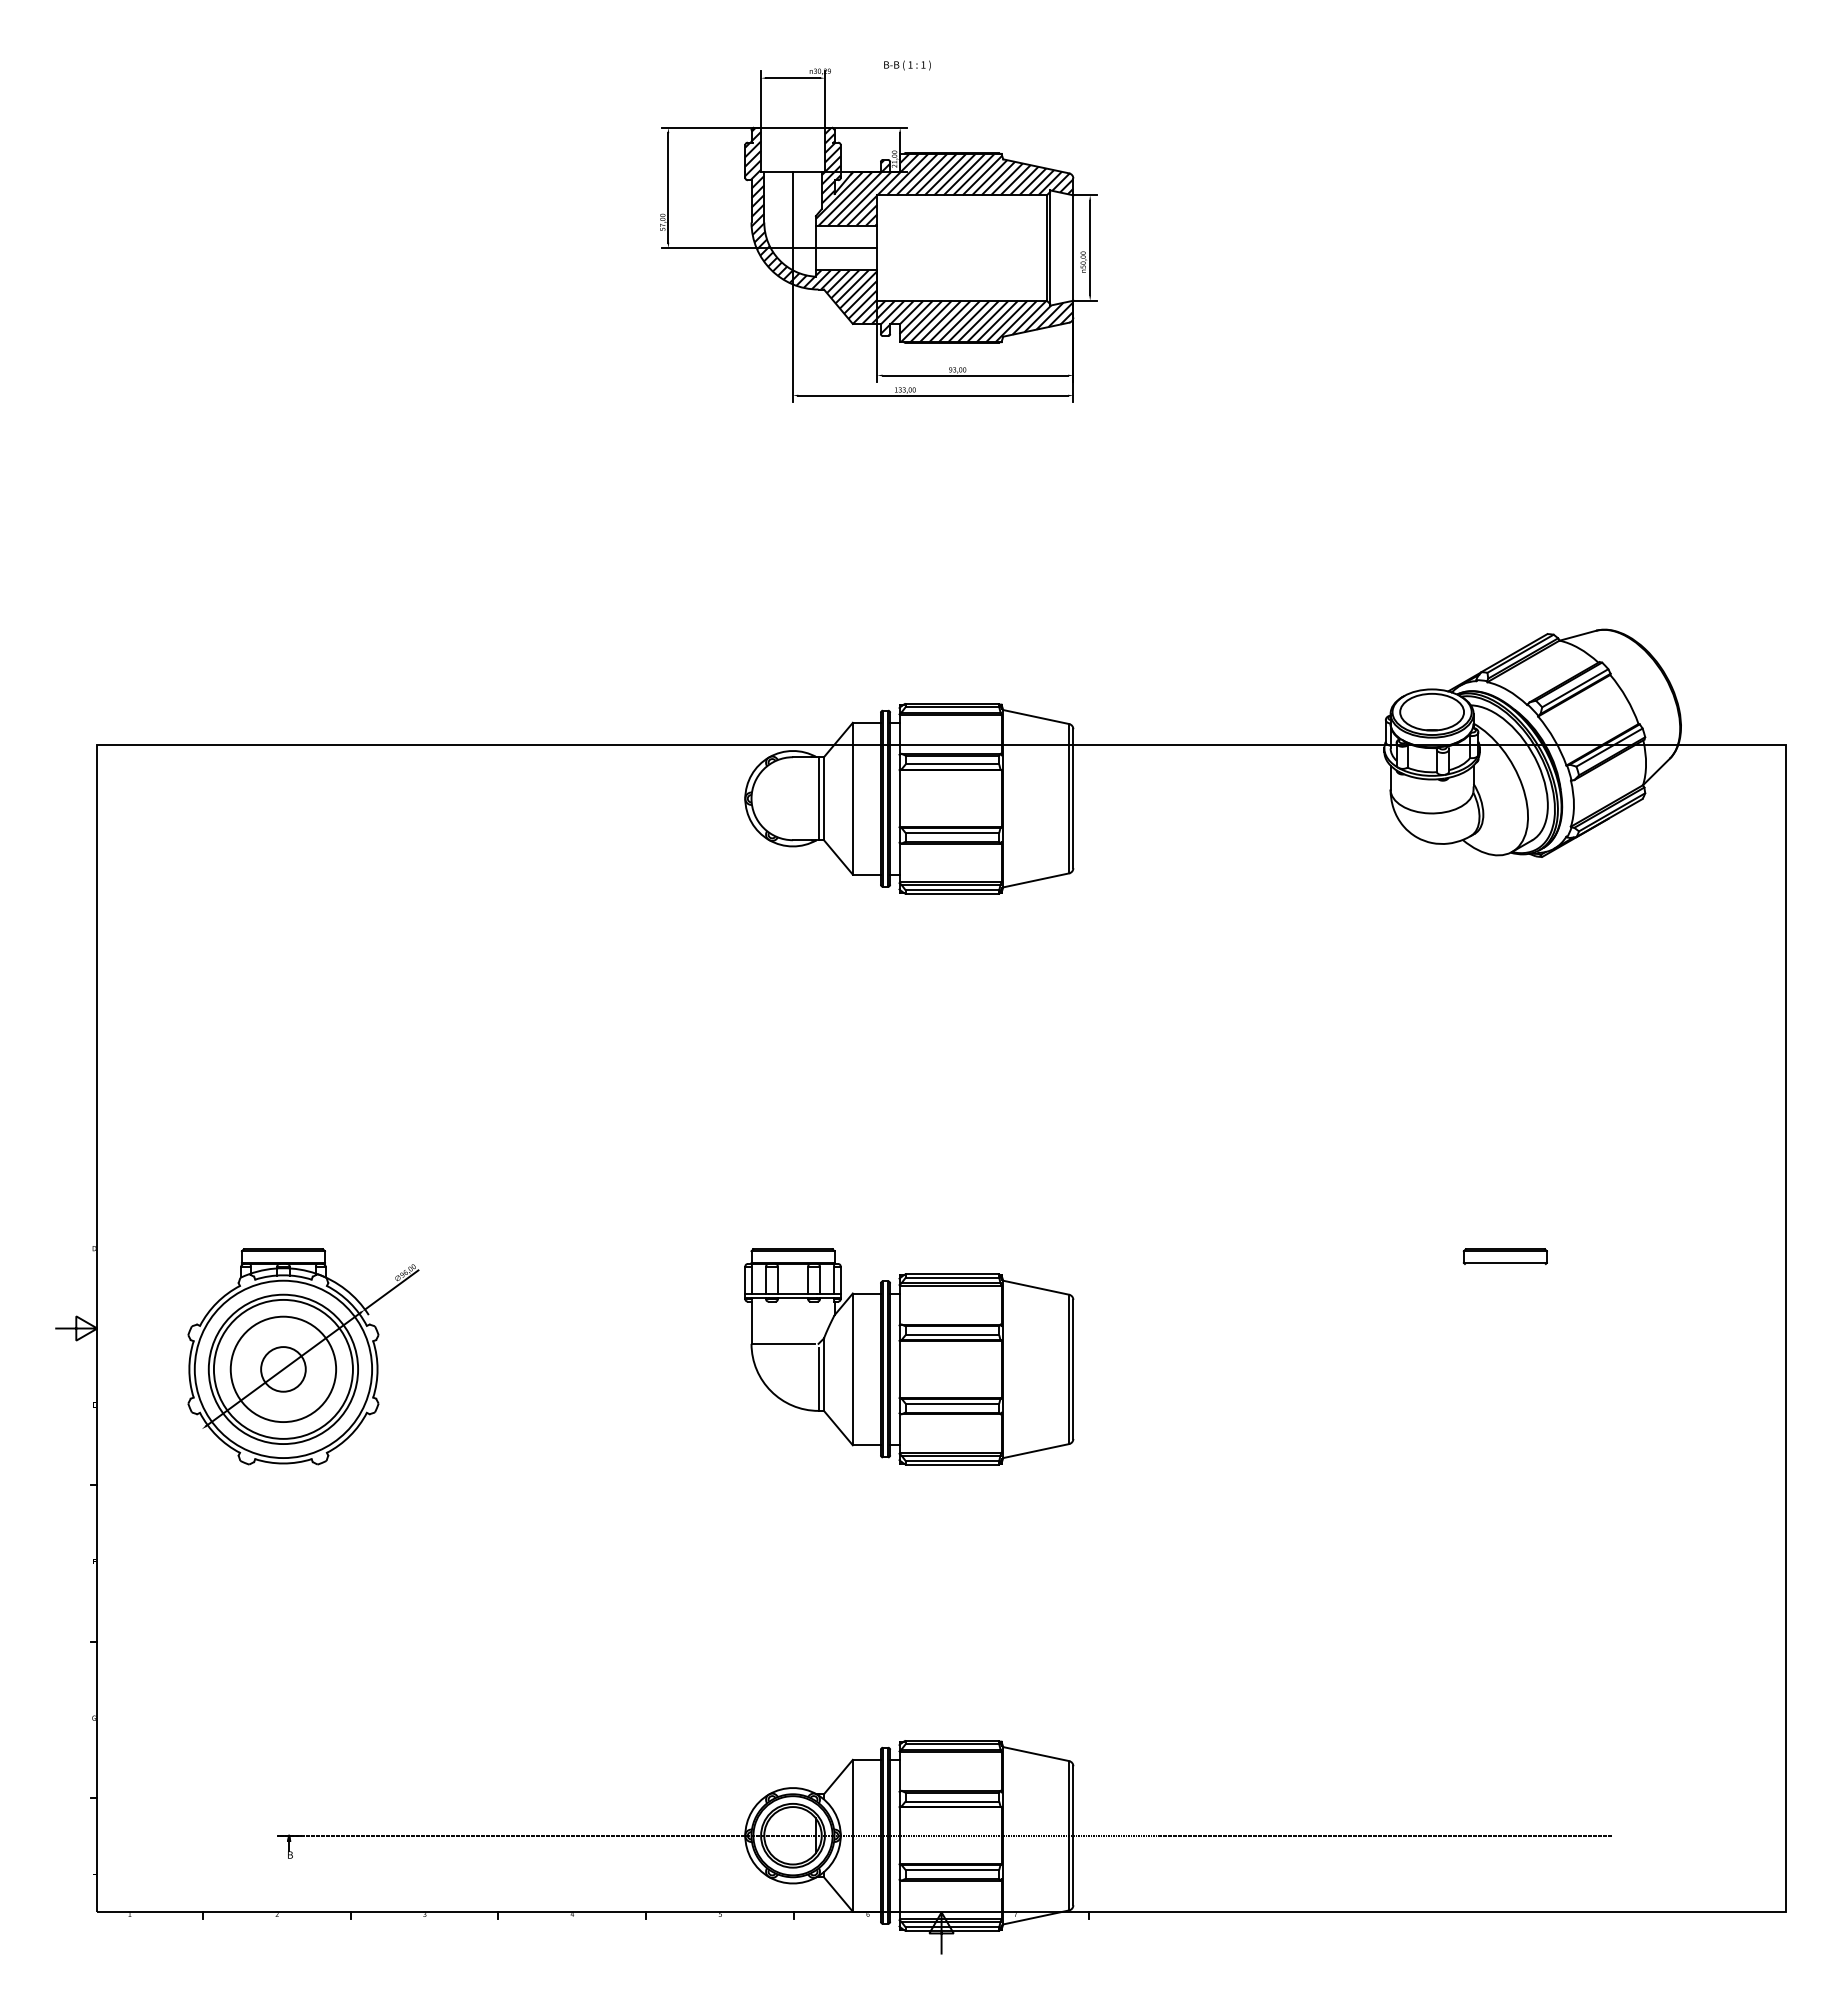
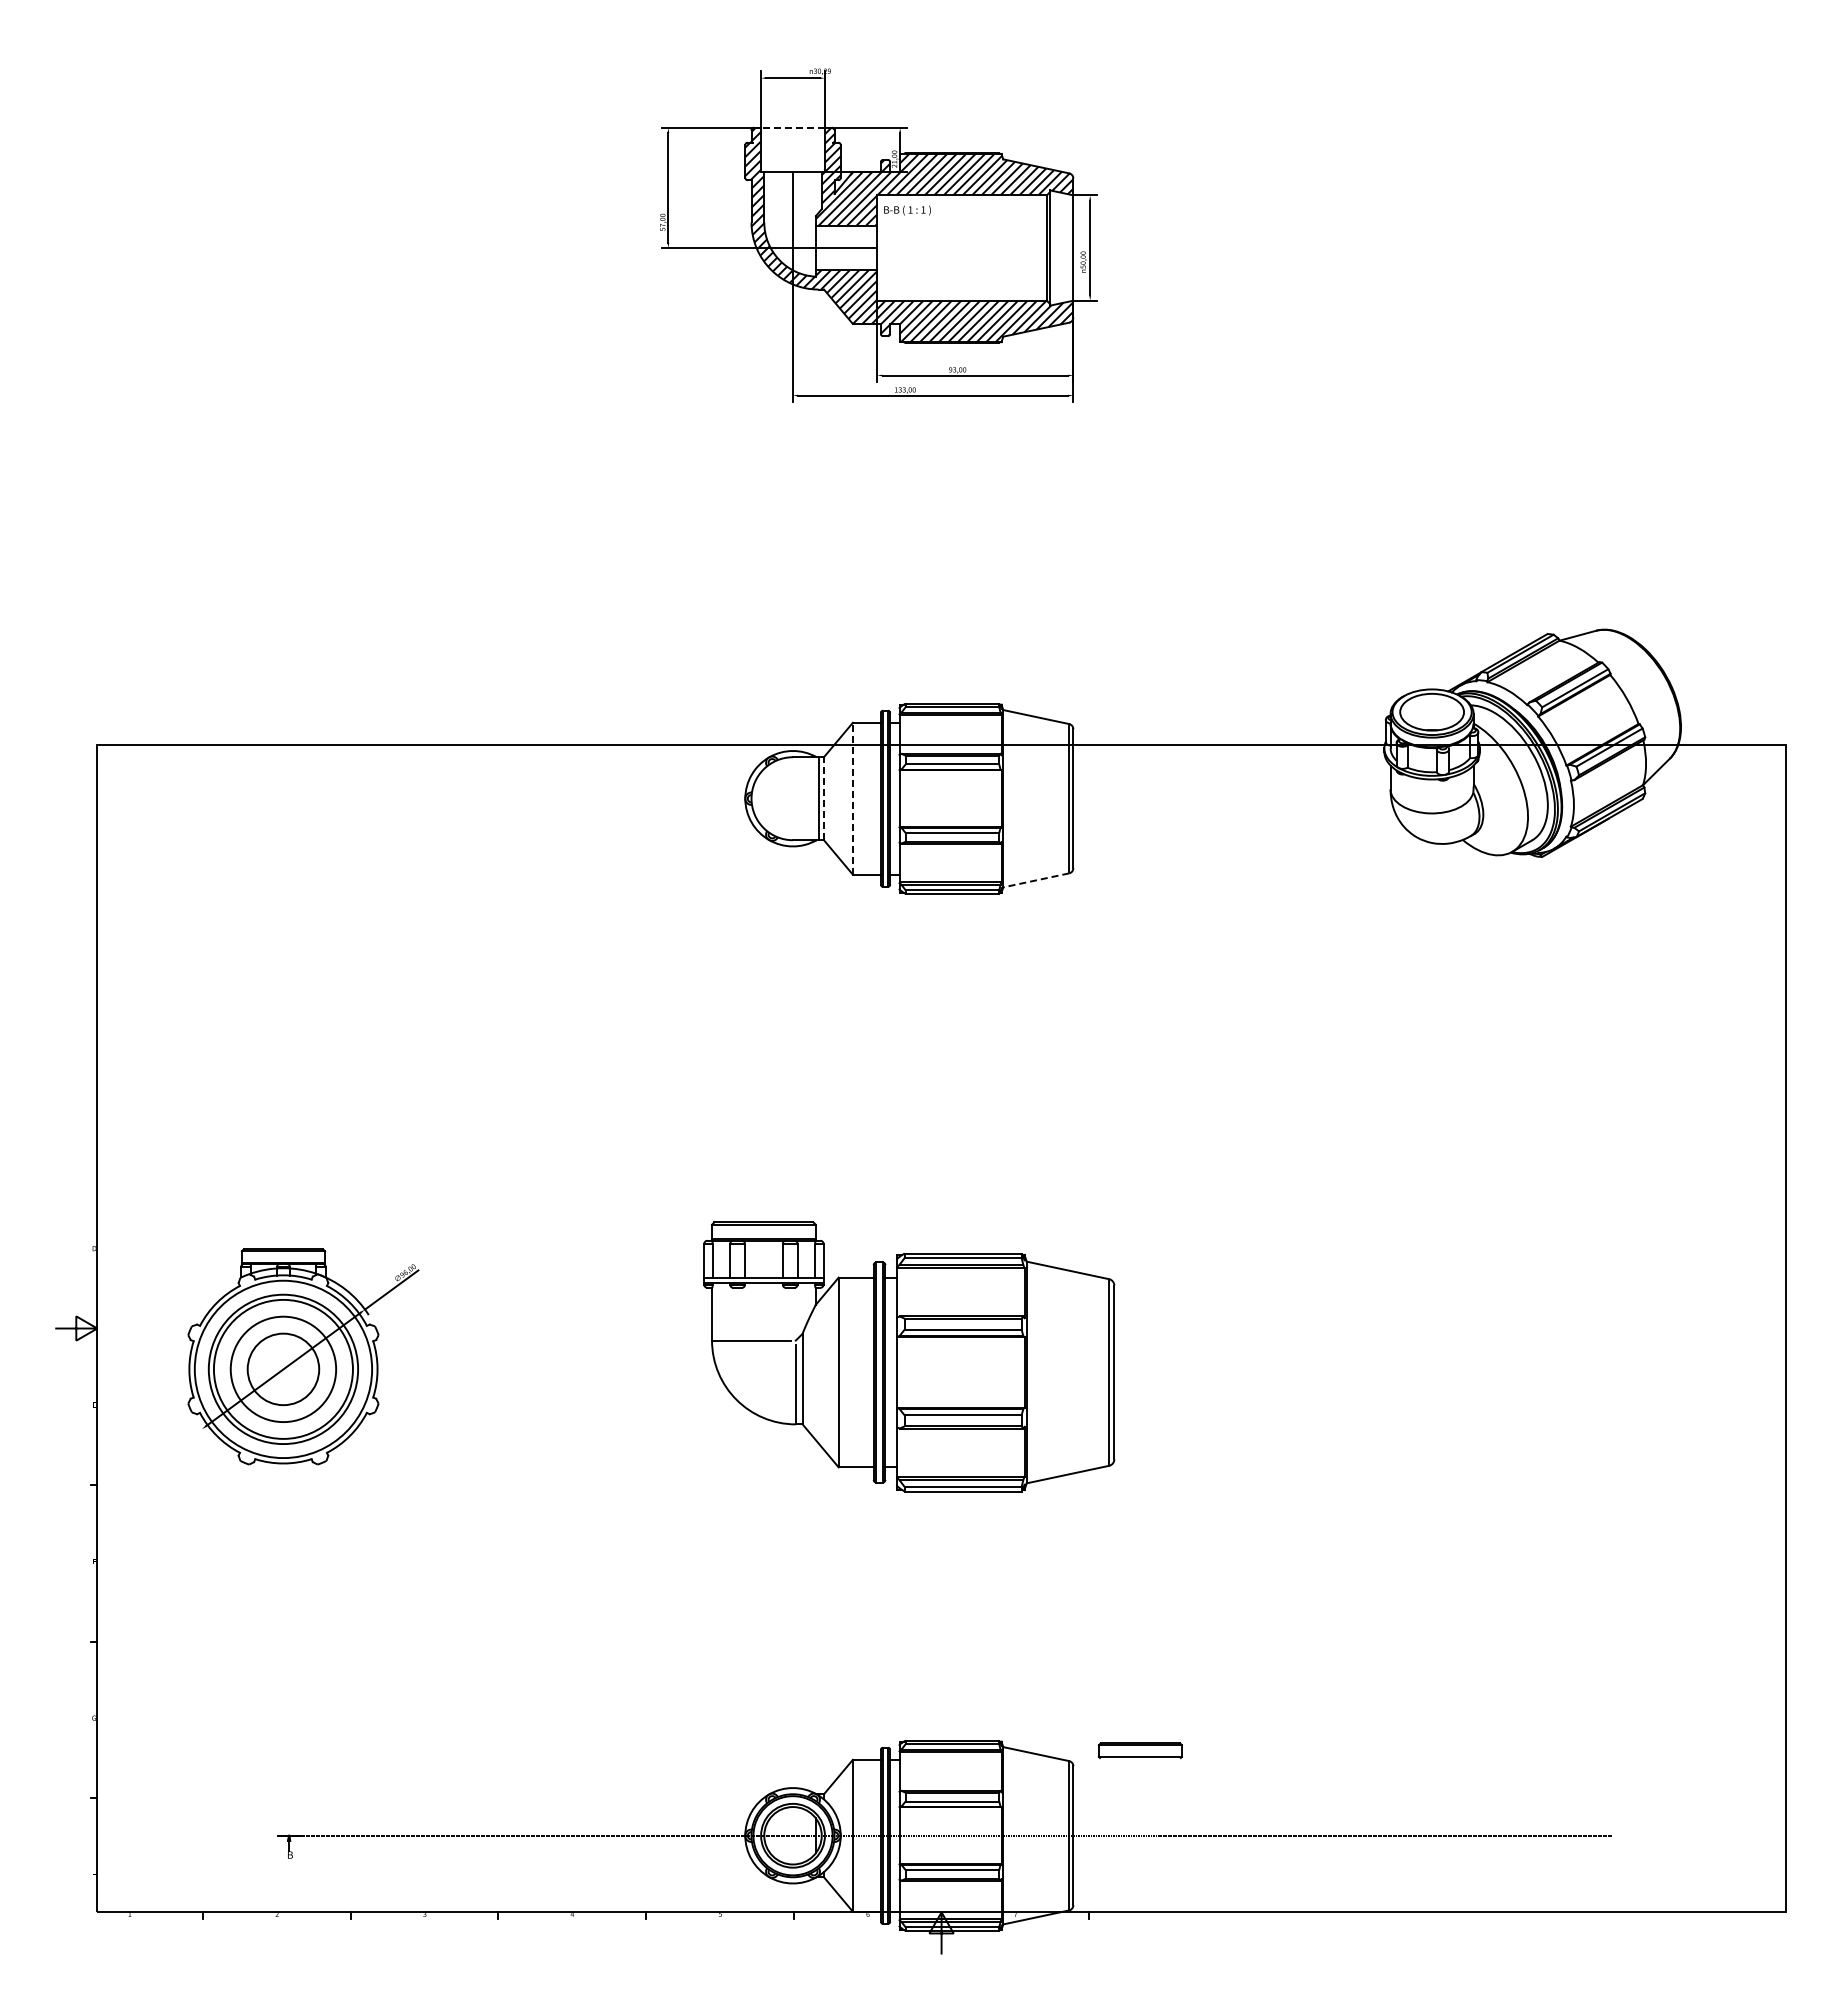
text at (907, 65) position: (907, 65) -> (907, 210)
line at (793, 127): solid -> dashed
line at (823, 798): solid -> dashed
line at (852, 798): solid -> dashed
line at (1036, 880): solid -> dashed
part at (1504, 1256) position: (1504, 1256) -> (1139, 1750)
part at (909, 1356) size: 331x218 px -> 413x272 px
circle at (283, 1369) diameter: 45 px -> 72 px
